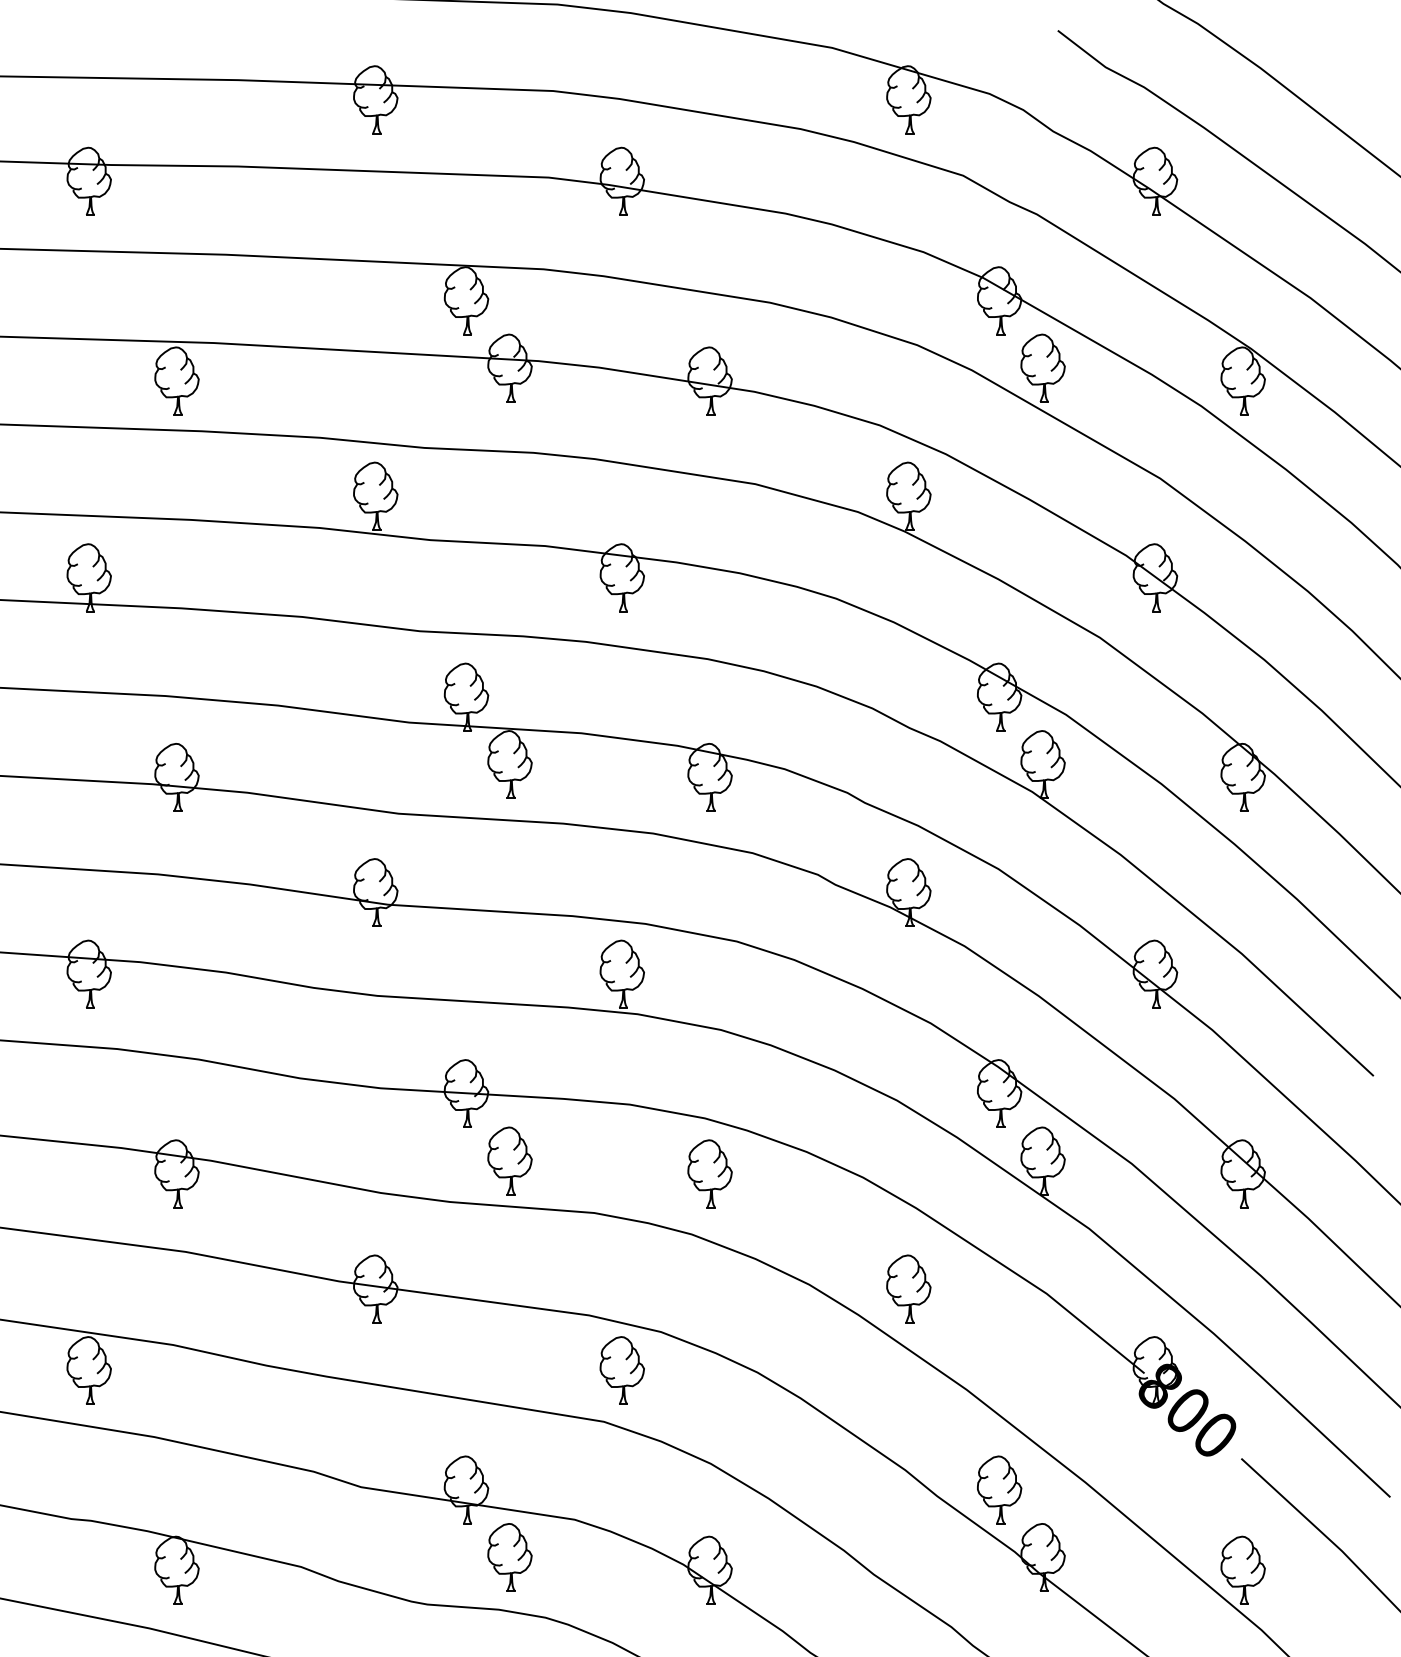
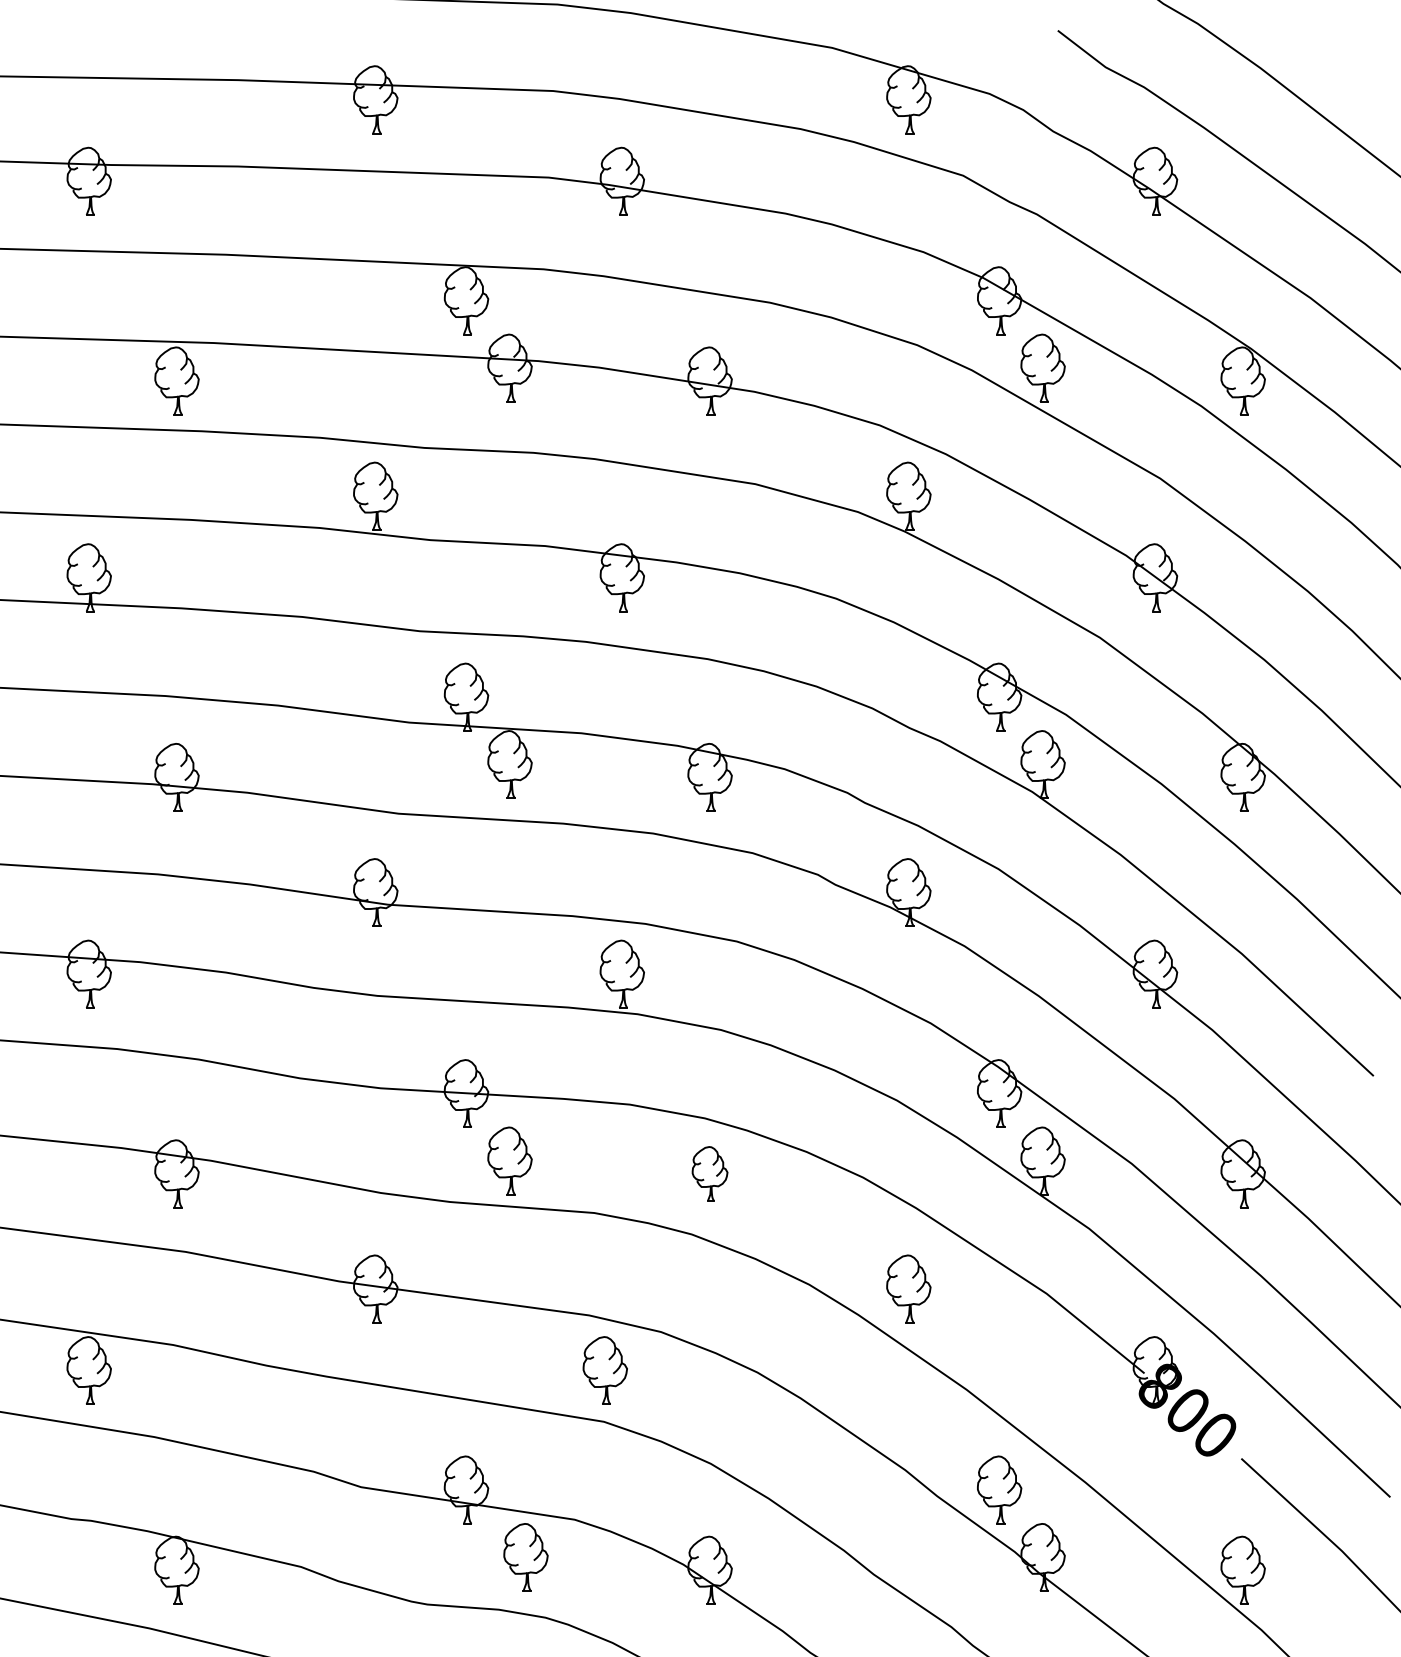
part at (709, 1173) size: 46x70 px -> 38x56 px
part at (621, 1370) position: (621, 1370) -> (604, 1370)
part at (509, 1557) position: (509, 1557) -> (525, 1557)
